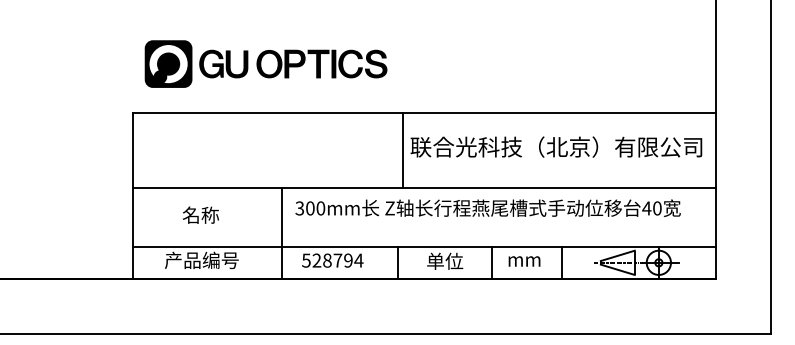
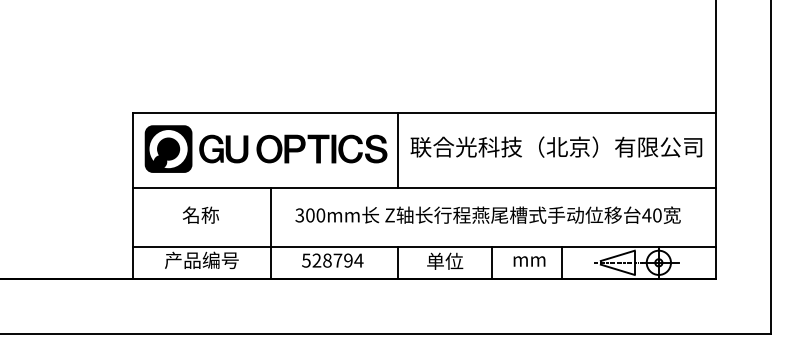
part at (265, 63) position: (265, 63) -> (265, 148)
line at (402, 149) position: (402, 149) -> (397, 149)
text at (487, 207) position: (487, 207) -> (487, 214)
line at (281, 233) position: (281, 233) -> (270, 233)
text at (524, 261) position: (524, 261) -> (529, 261)
